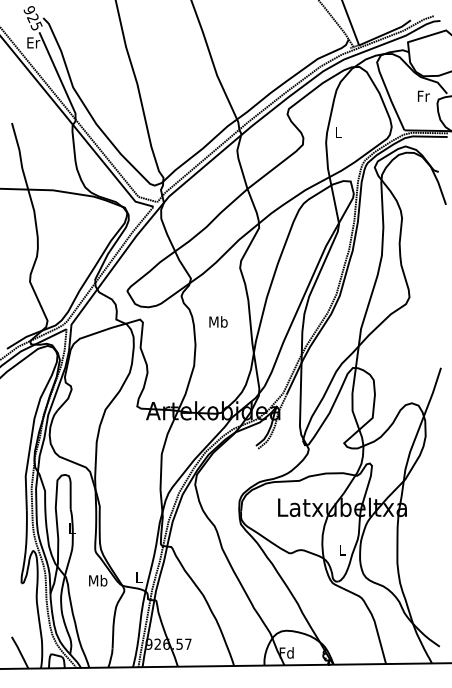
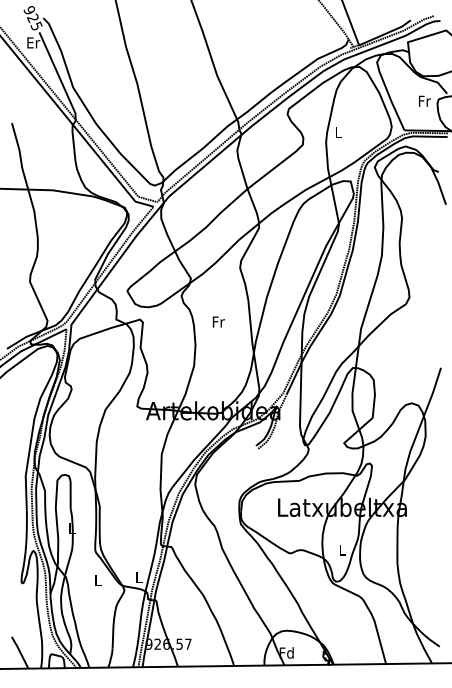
text at (423, 95) position: (423, 95) -> (424, 100)
text at (218, 321): Mb -> Fr
text at (98, 580): Mb -> L
